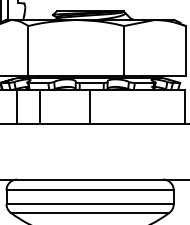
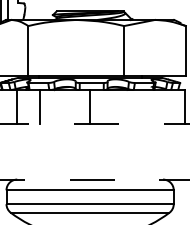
line at (94, 123): solid -> dashed
line at (95, 179): solid -> dashed
